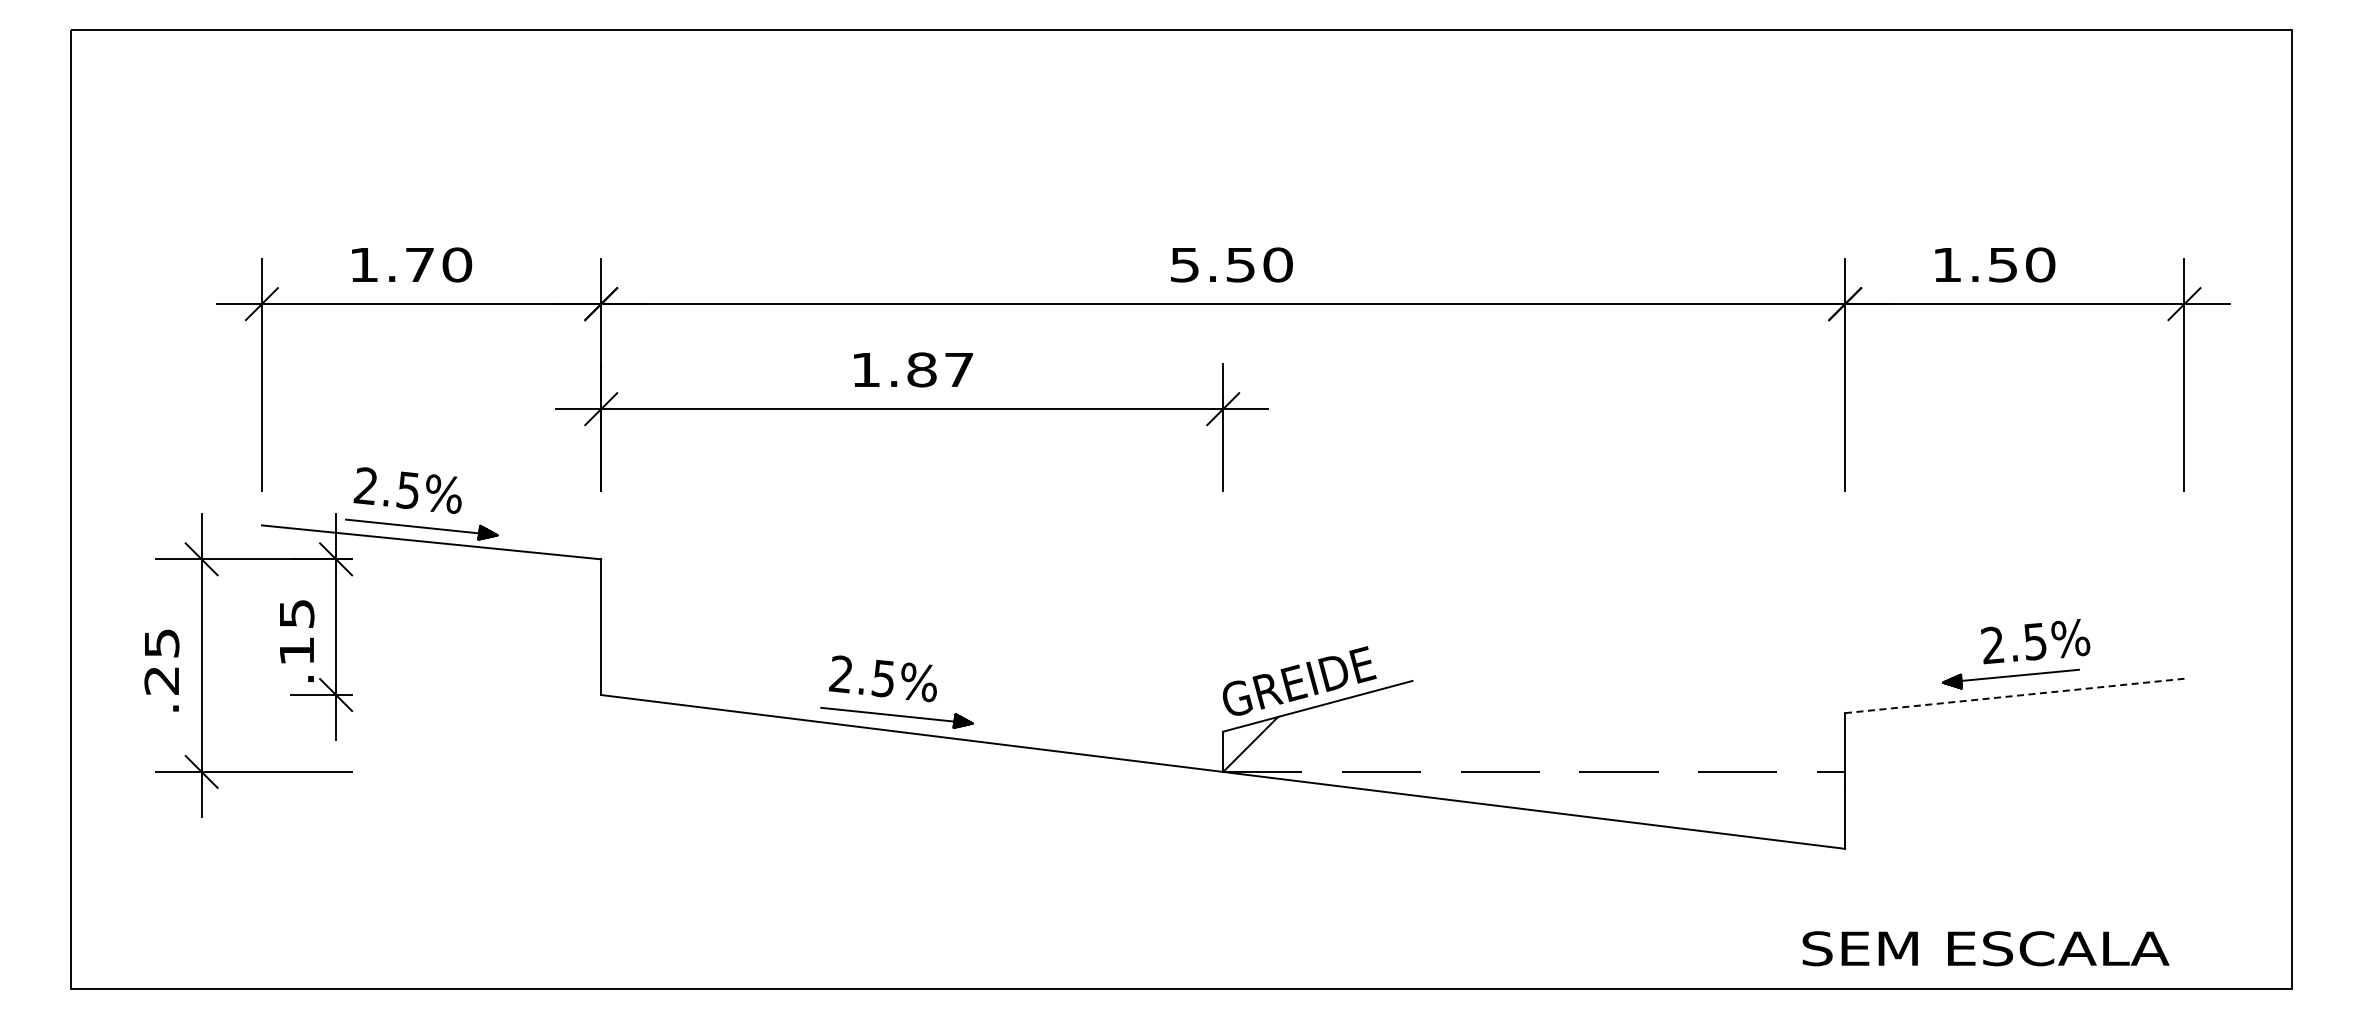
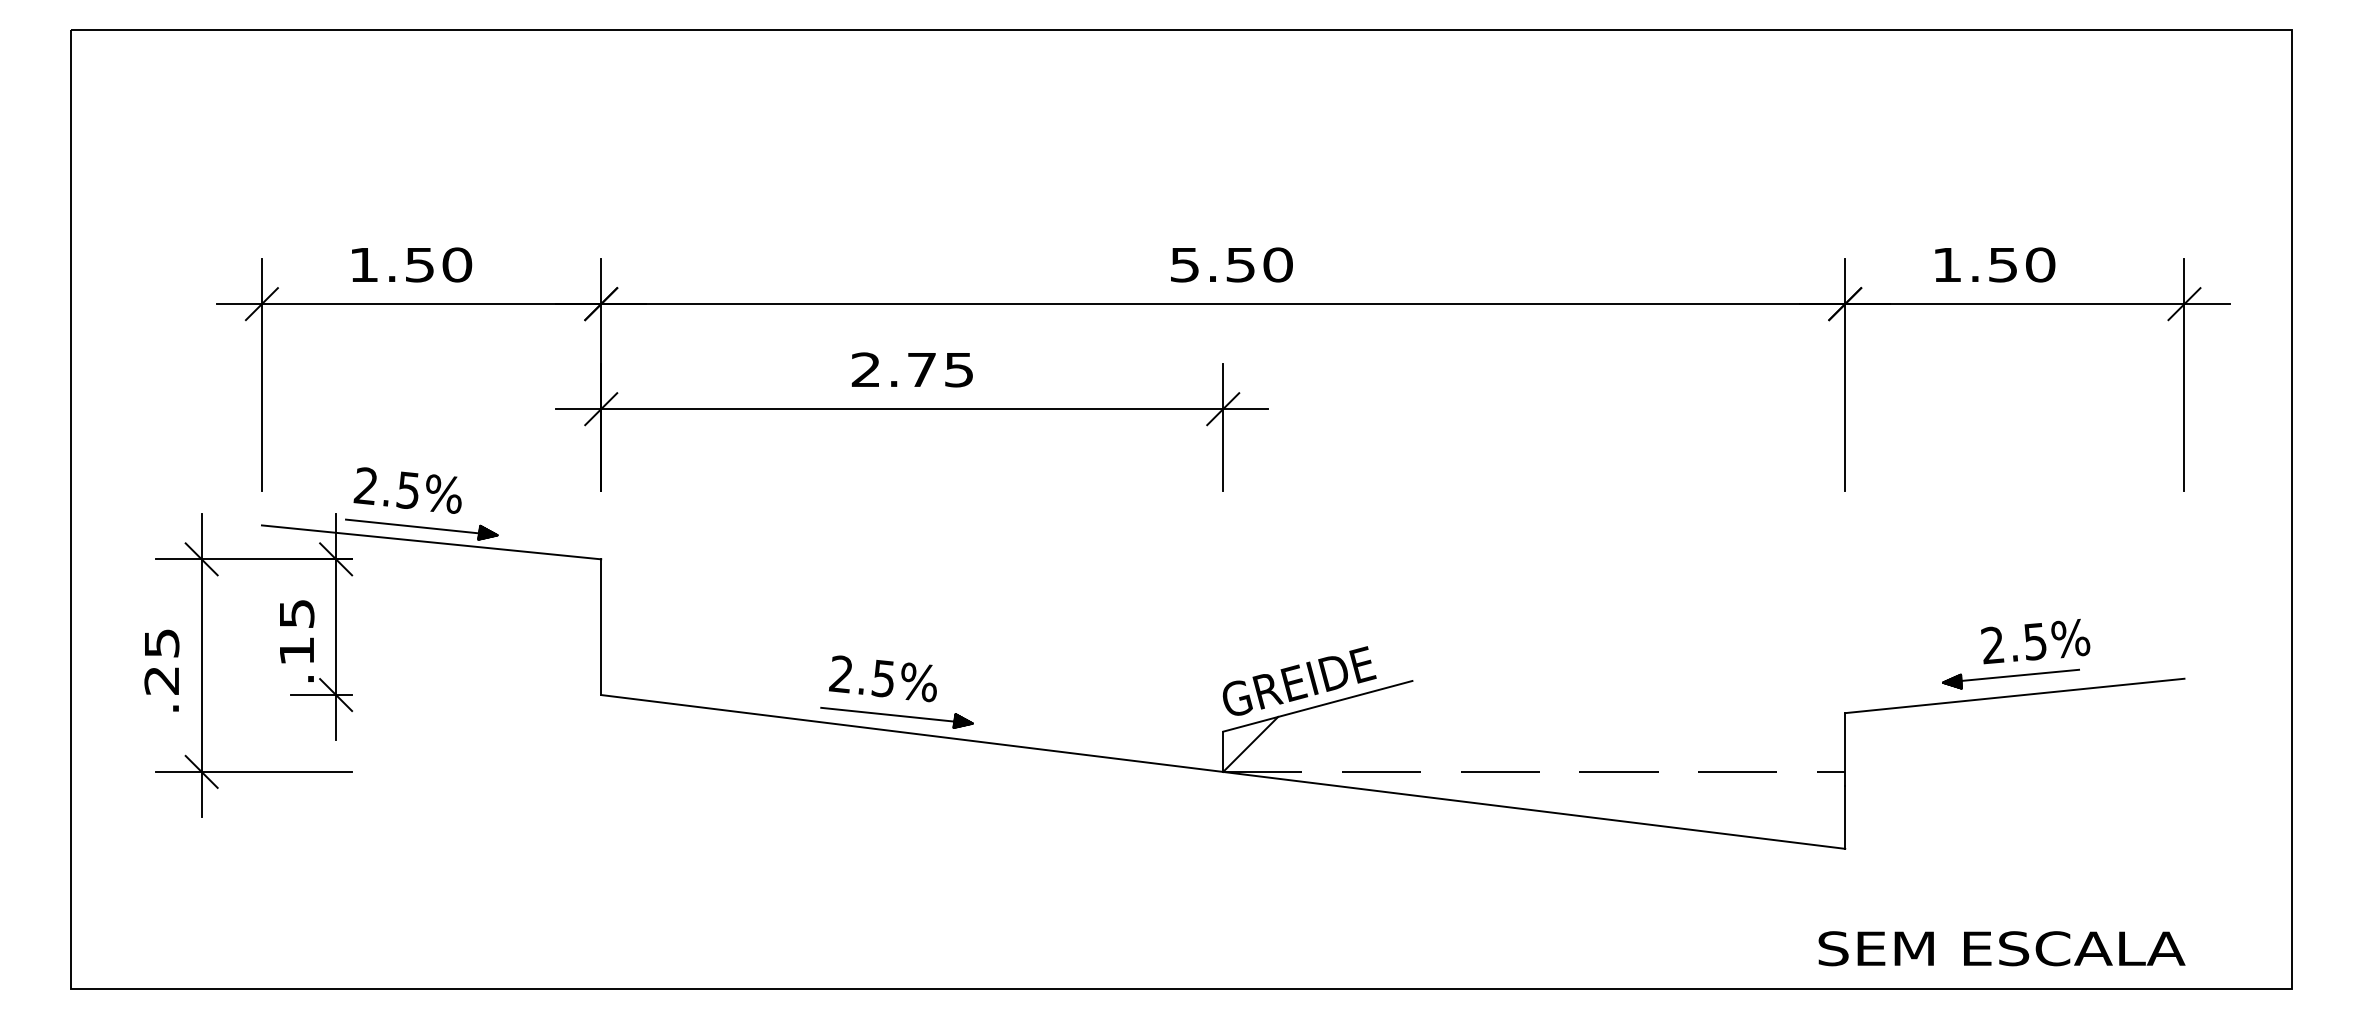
text at (419, 265): 1.70 -> 1.50
text at (911, 369): 1.87 -> 2.75
line at (2014, 695): dashed -> solid
text at (1985, 948) position: (1985, 948) -> (2001, 948)
